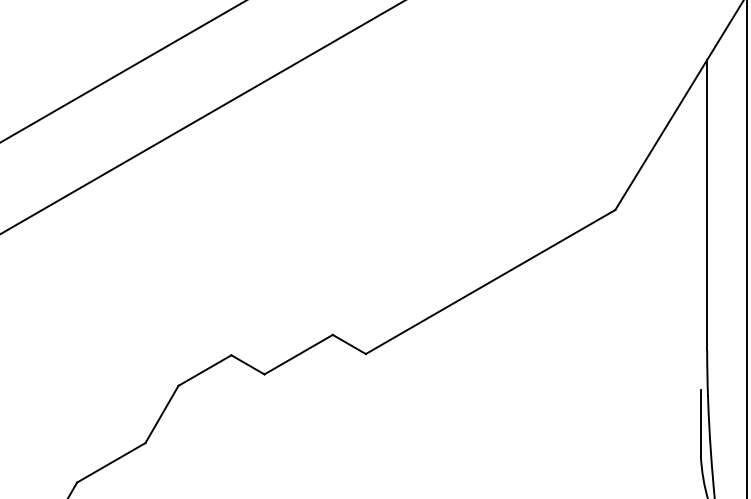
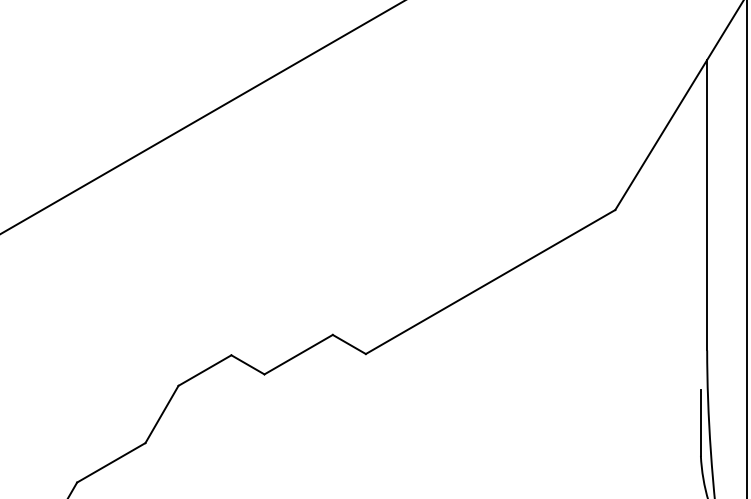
line at (122, 71): present -> none
